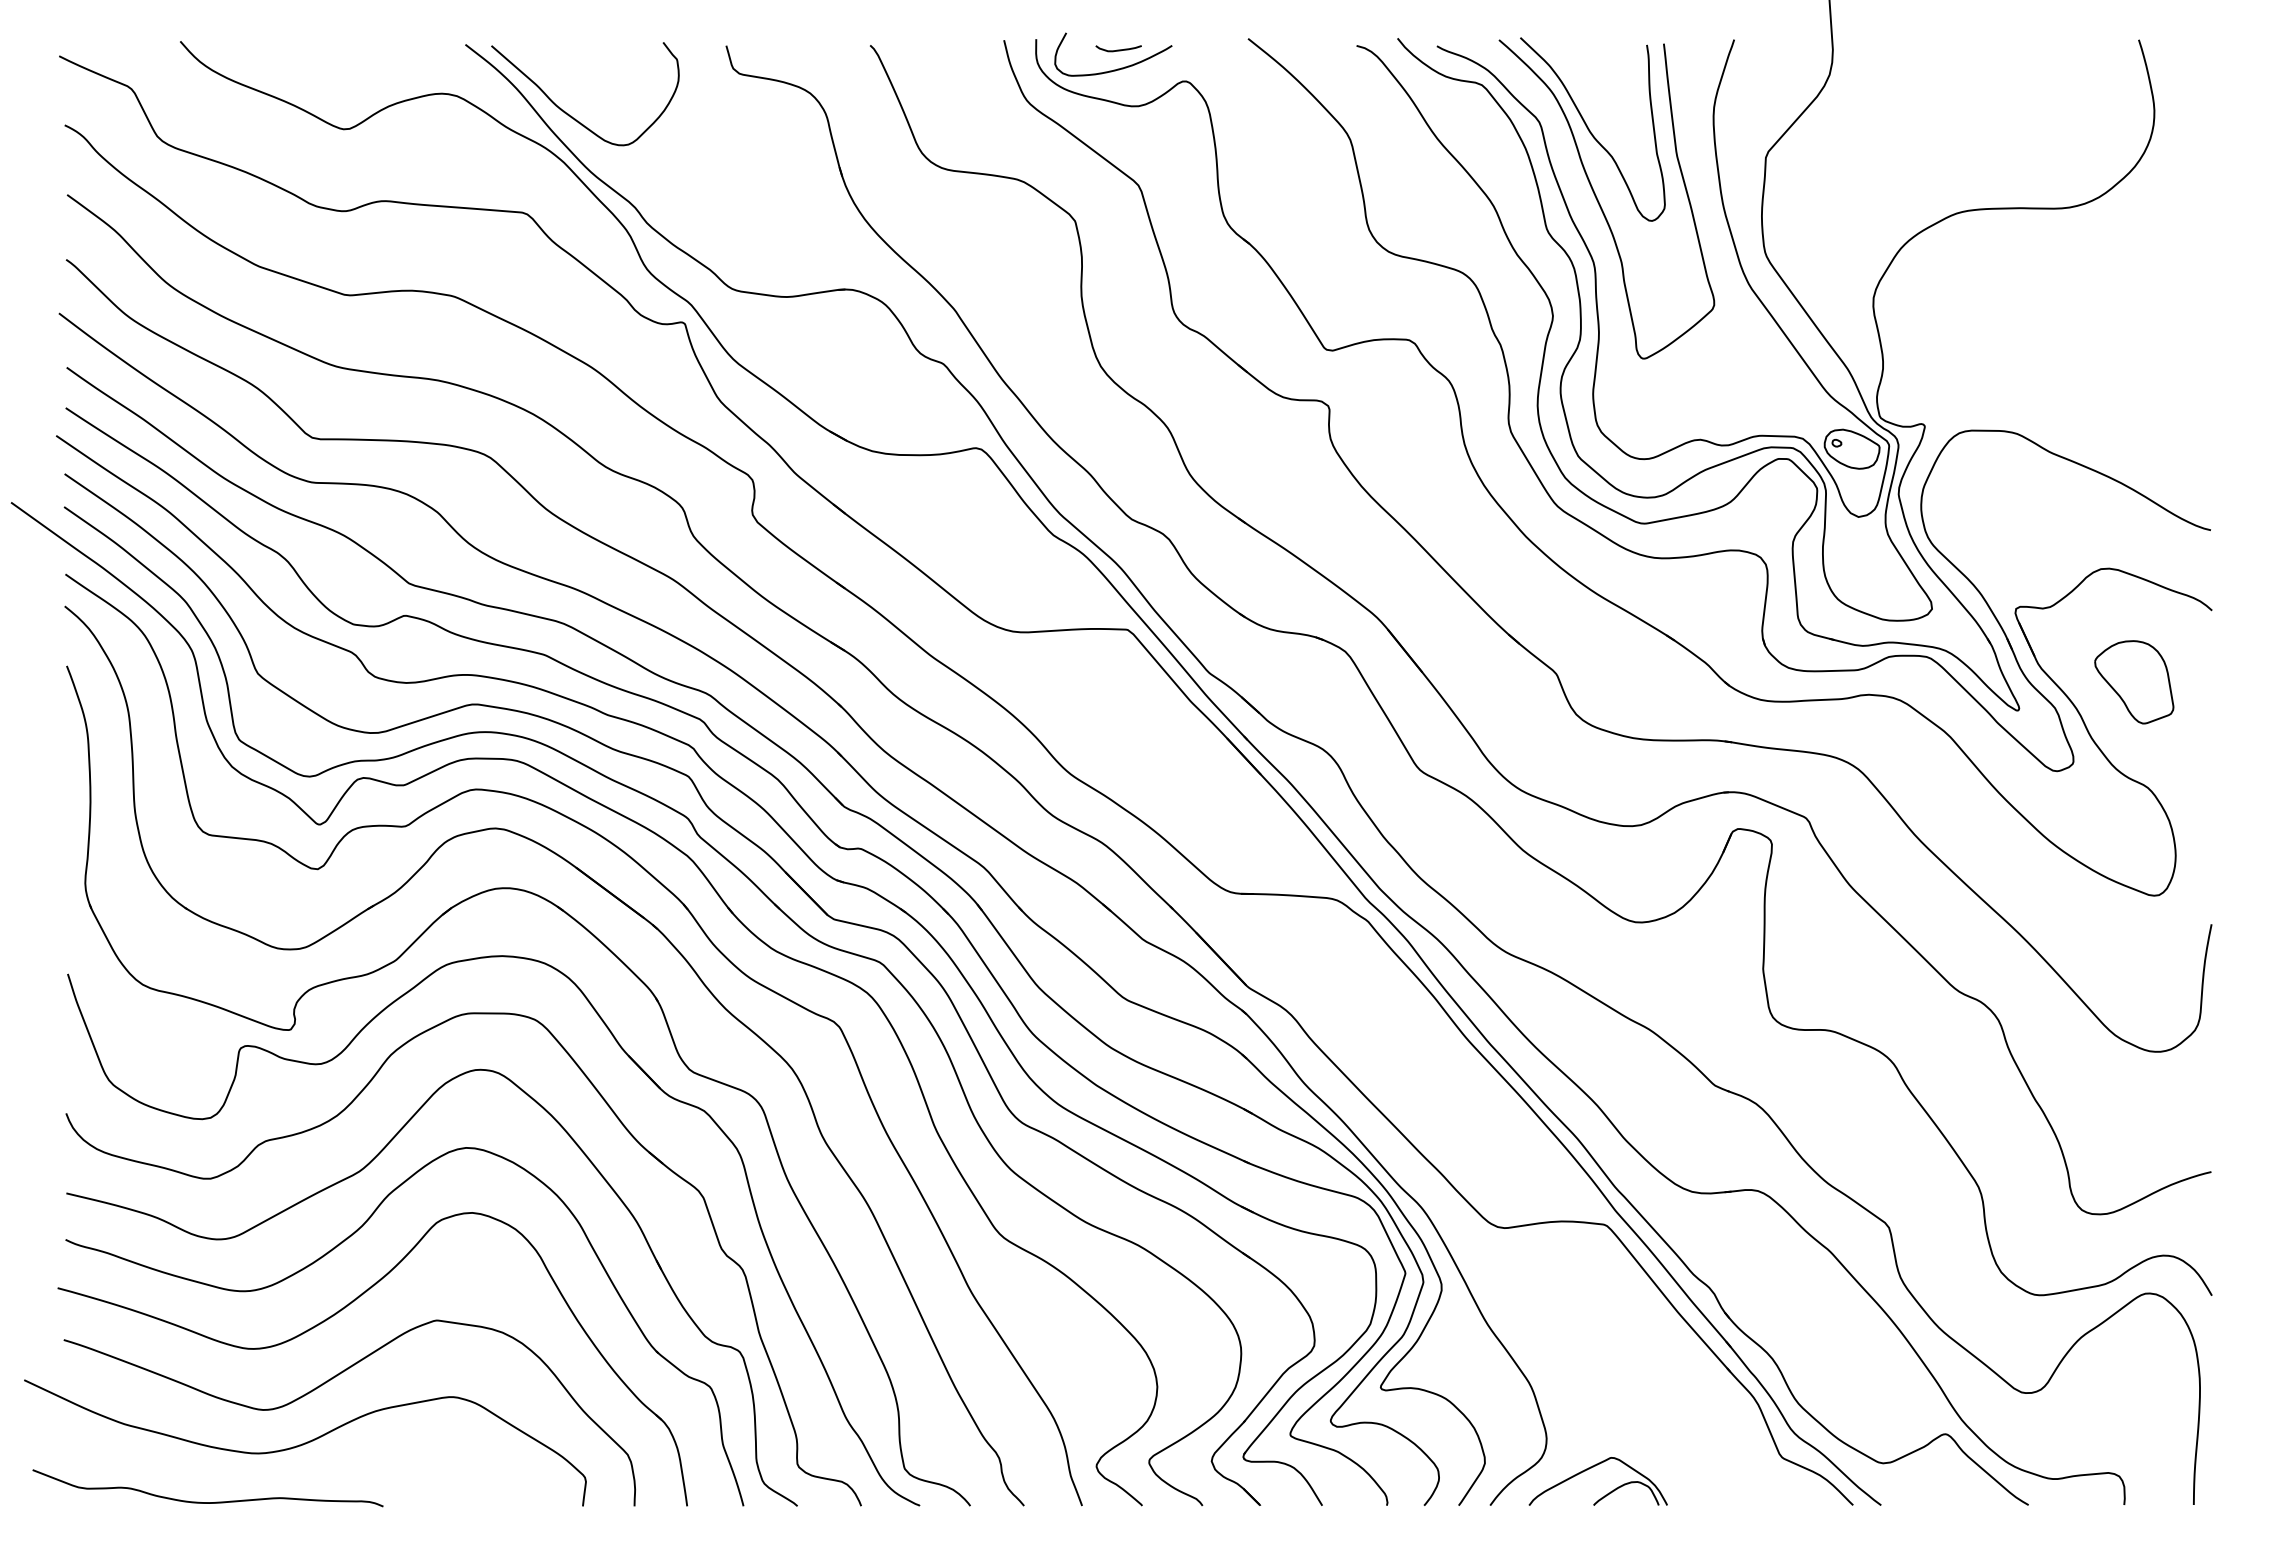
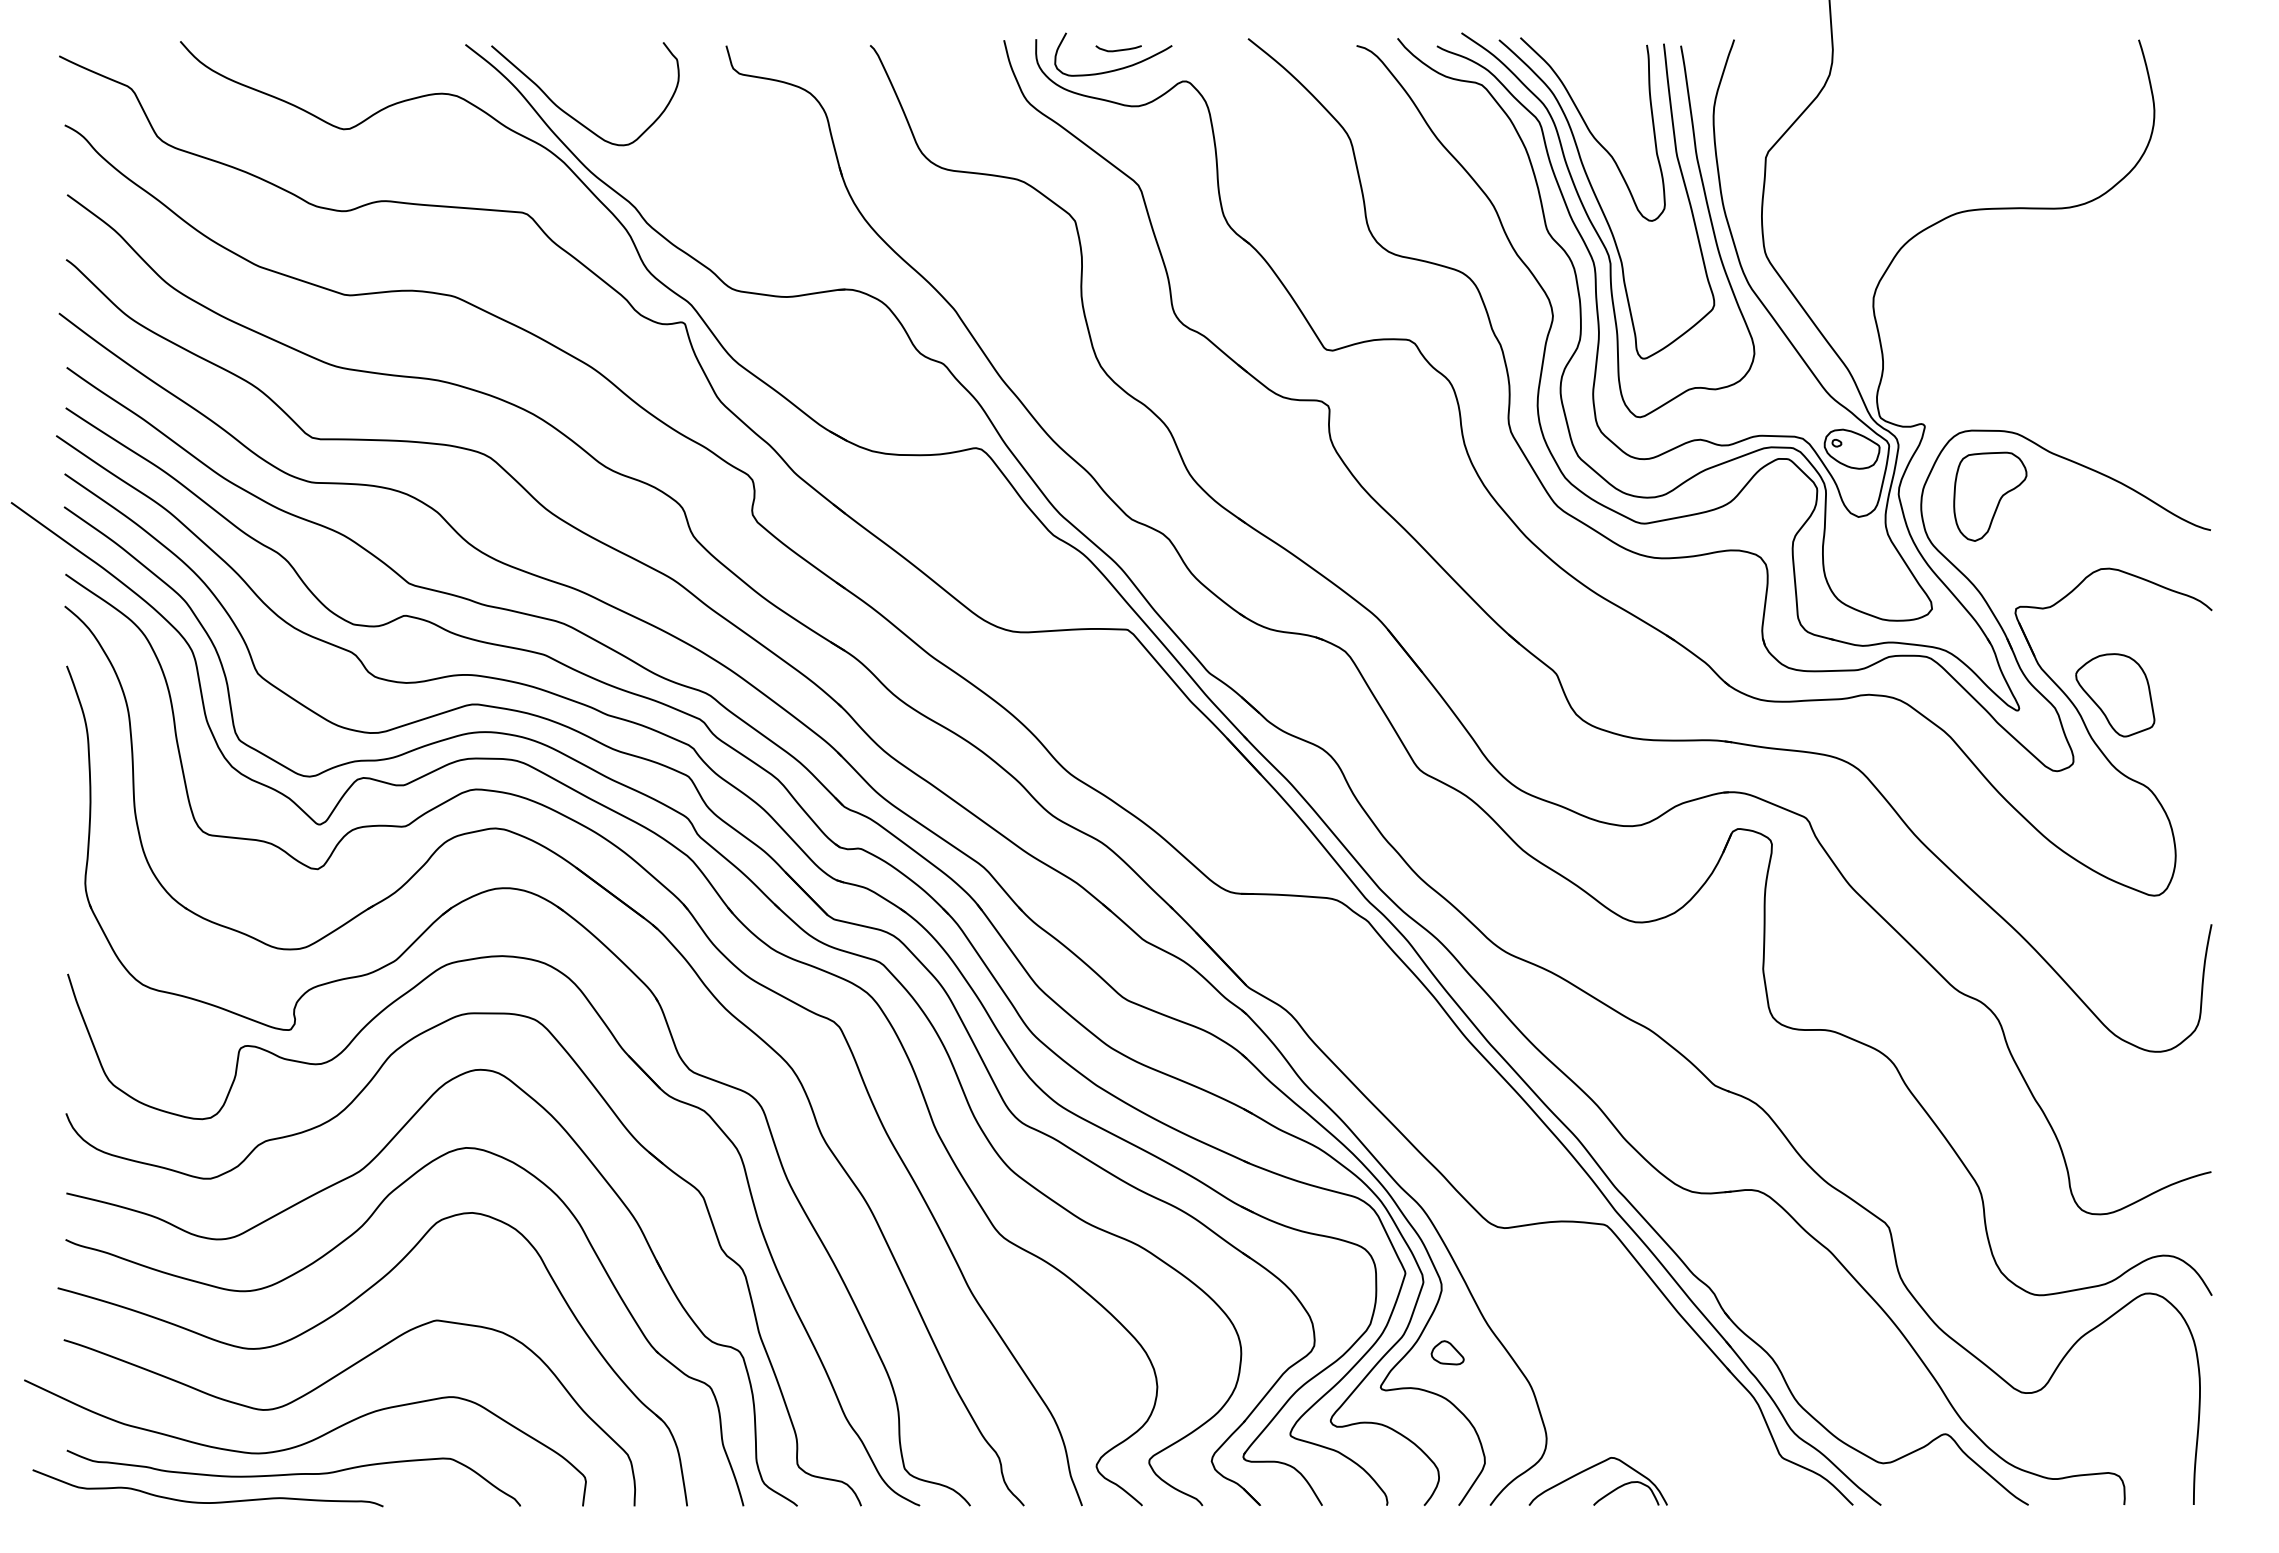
curve at (1597, 231): none -> present
part at (1990, 496): none -> present
part at (2134, 682) position: (2134, 682) -> (2115, 695)
part at (1447, 1352): none -> present
curve at (293, 1475): none -> present
